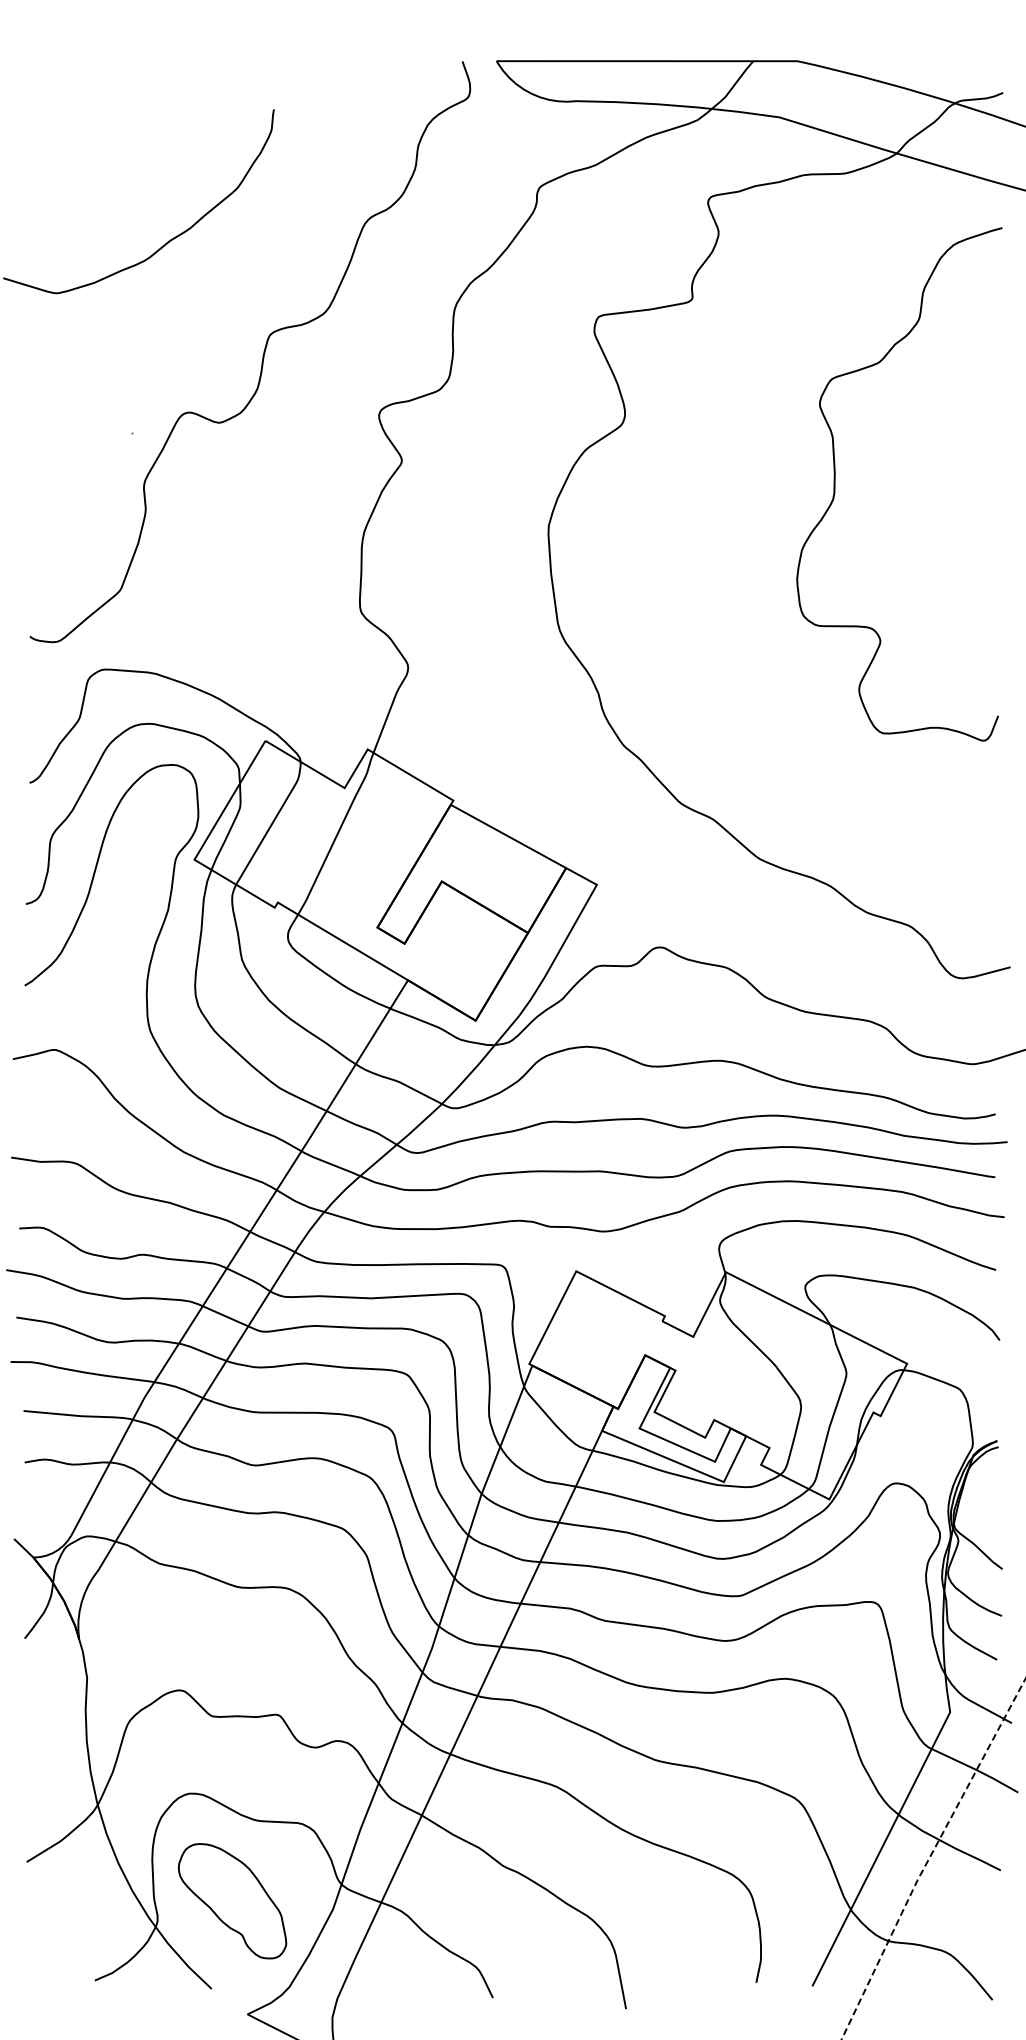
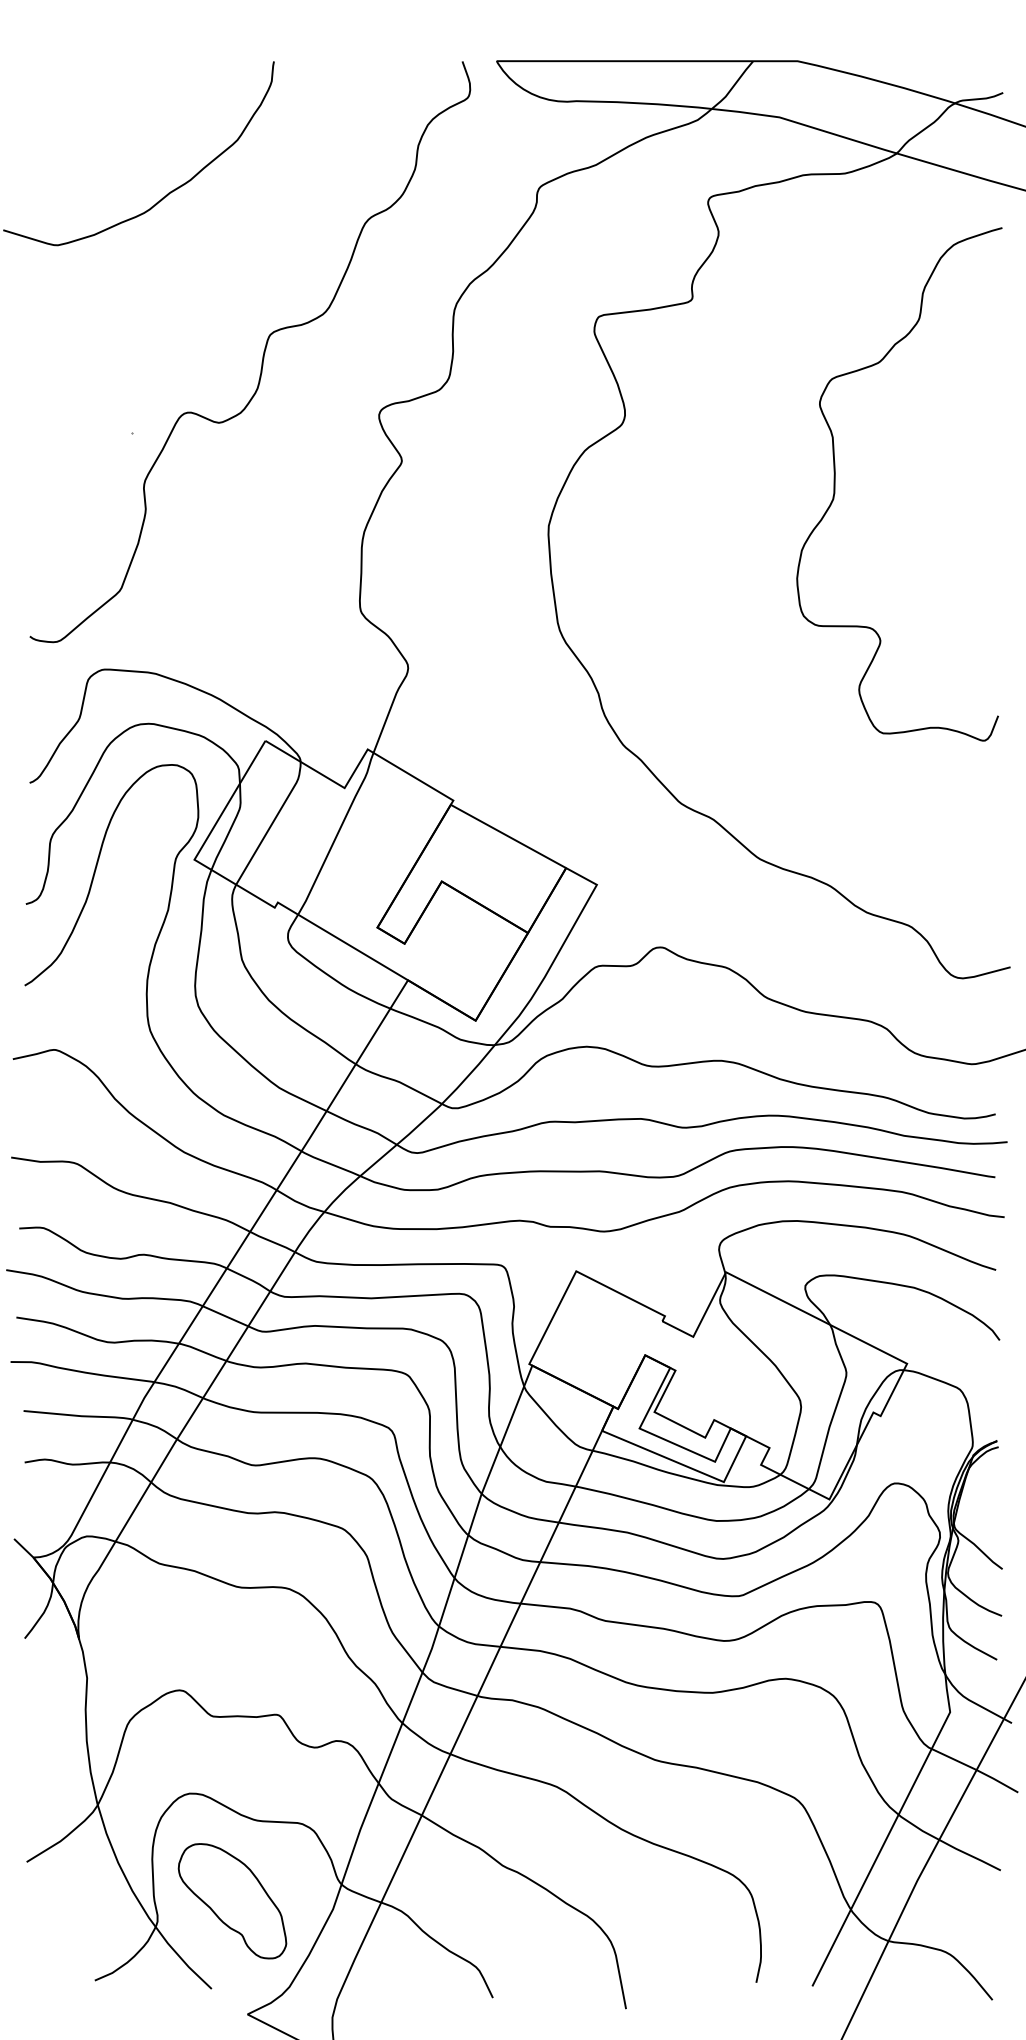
curve at (168, 240) position: (168, 240) -> (168, 192)
line at (929, 1857): dashed -> solid
